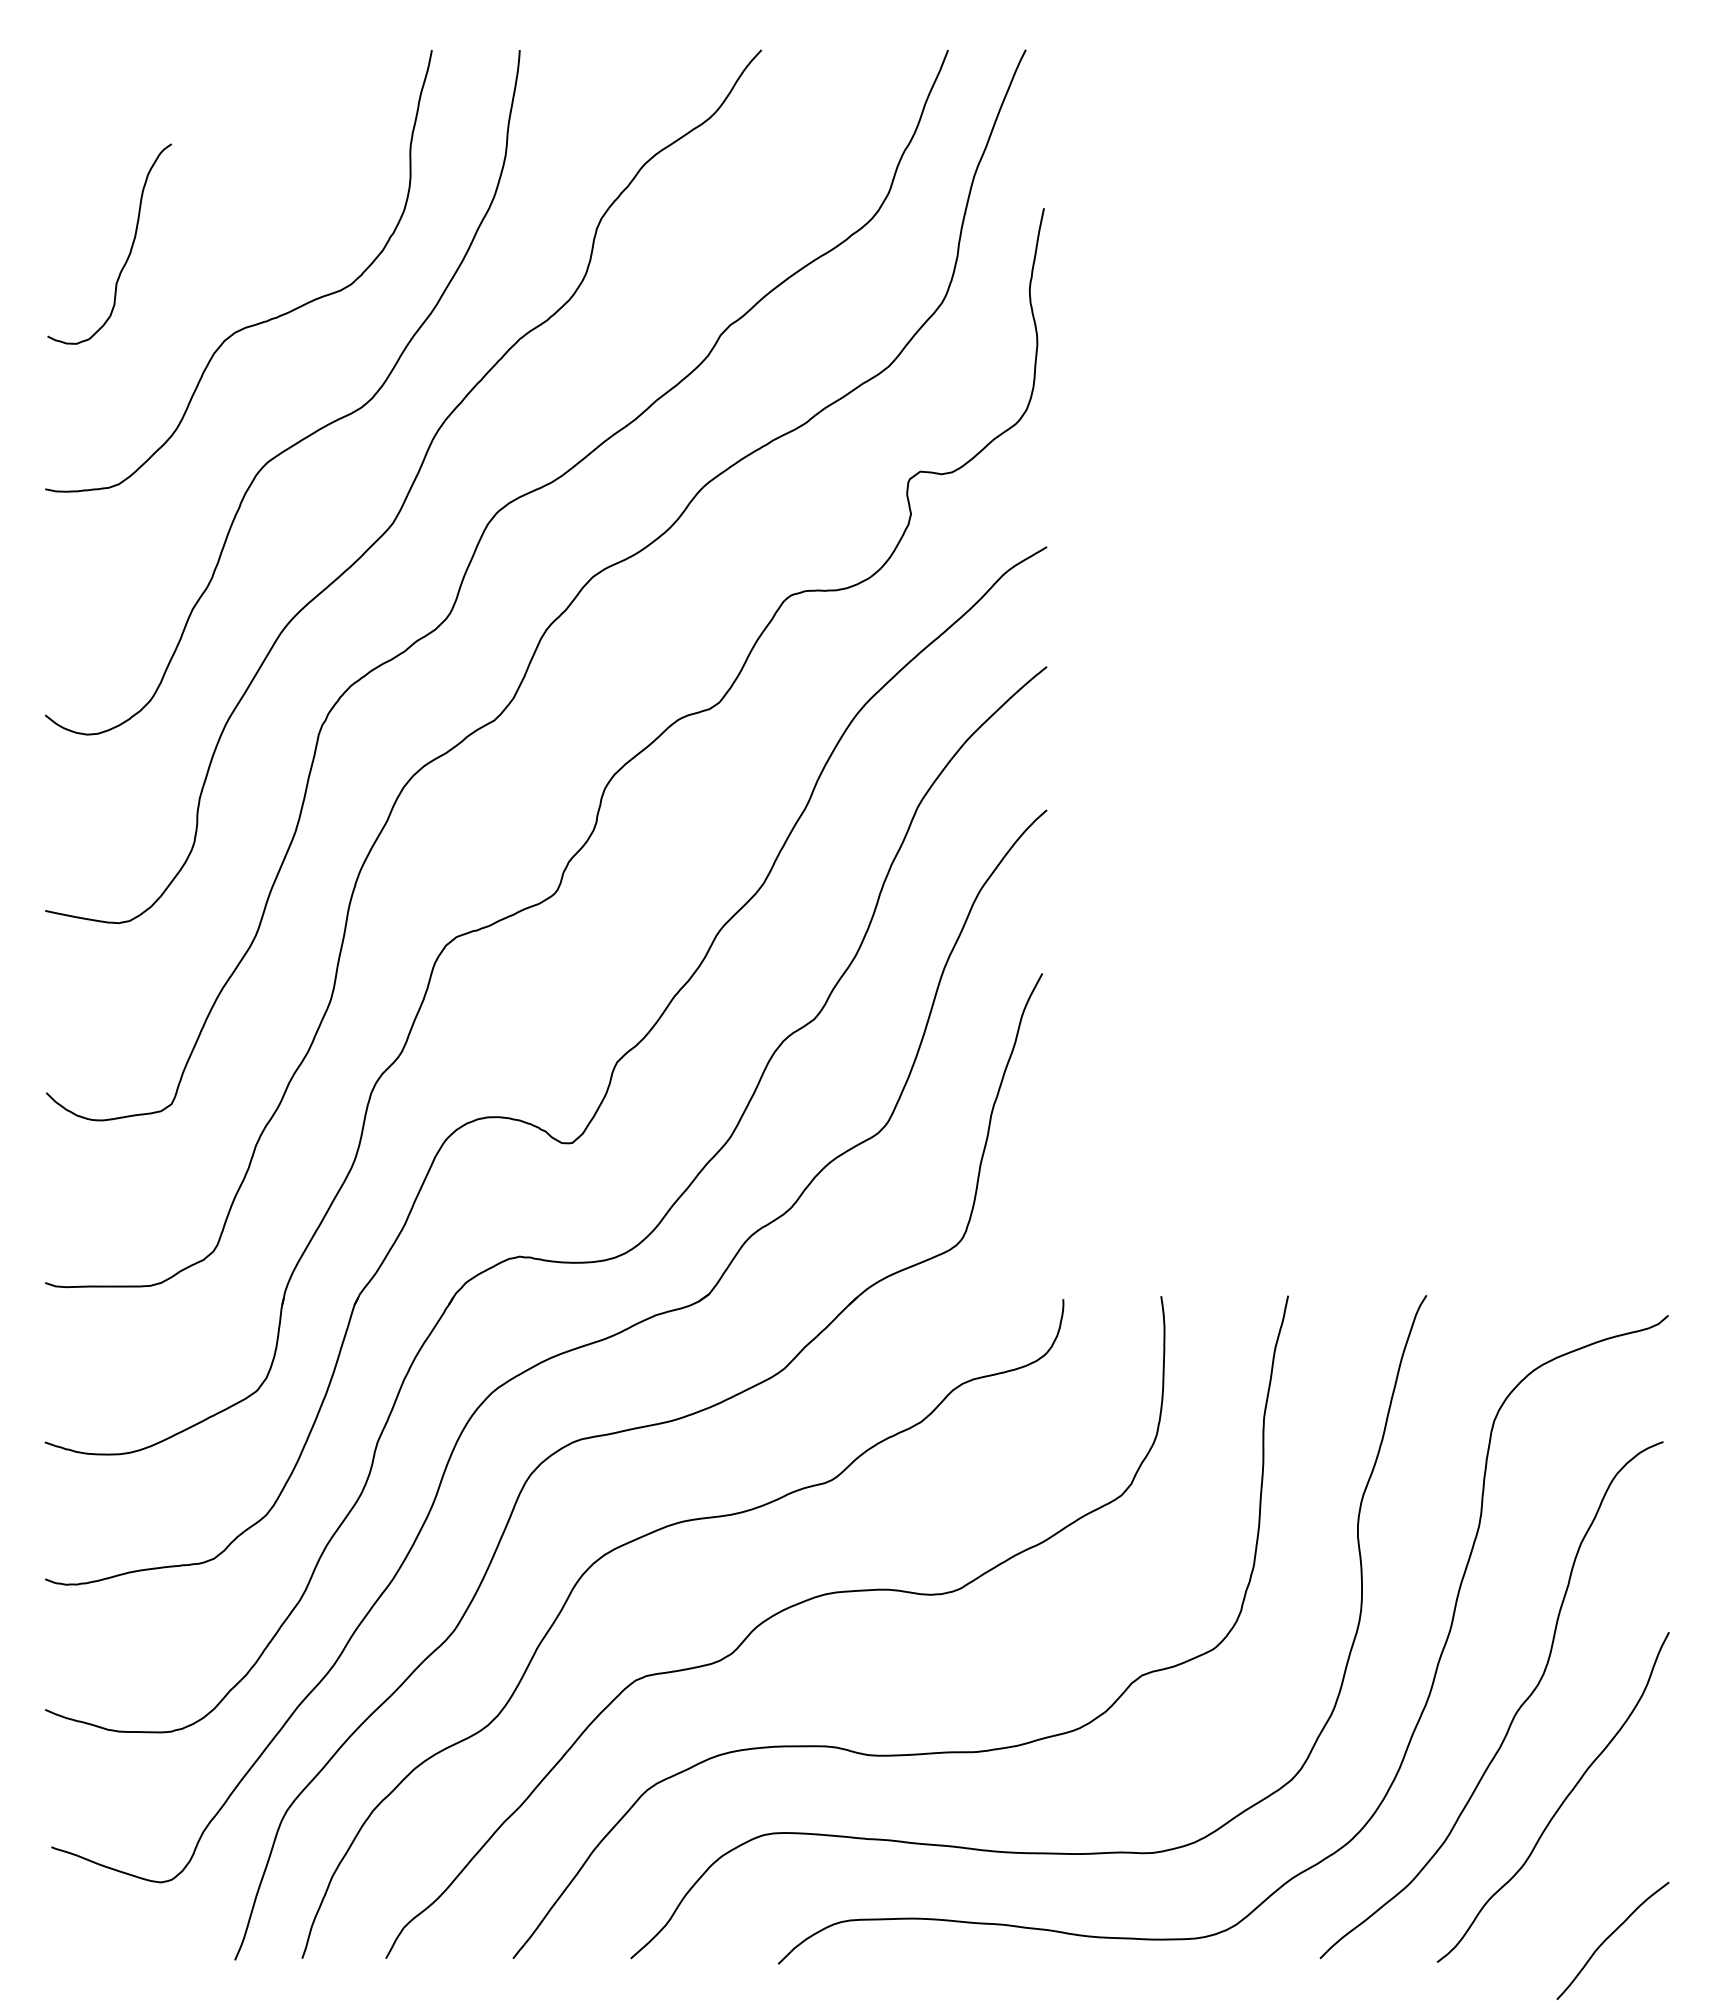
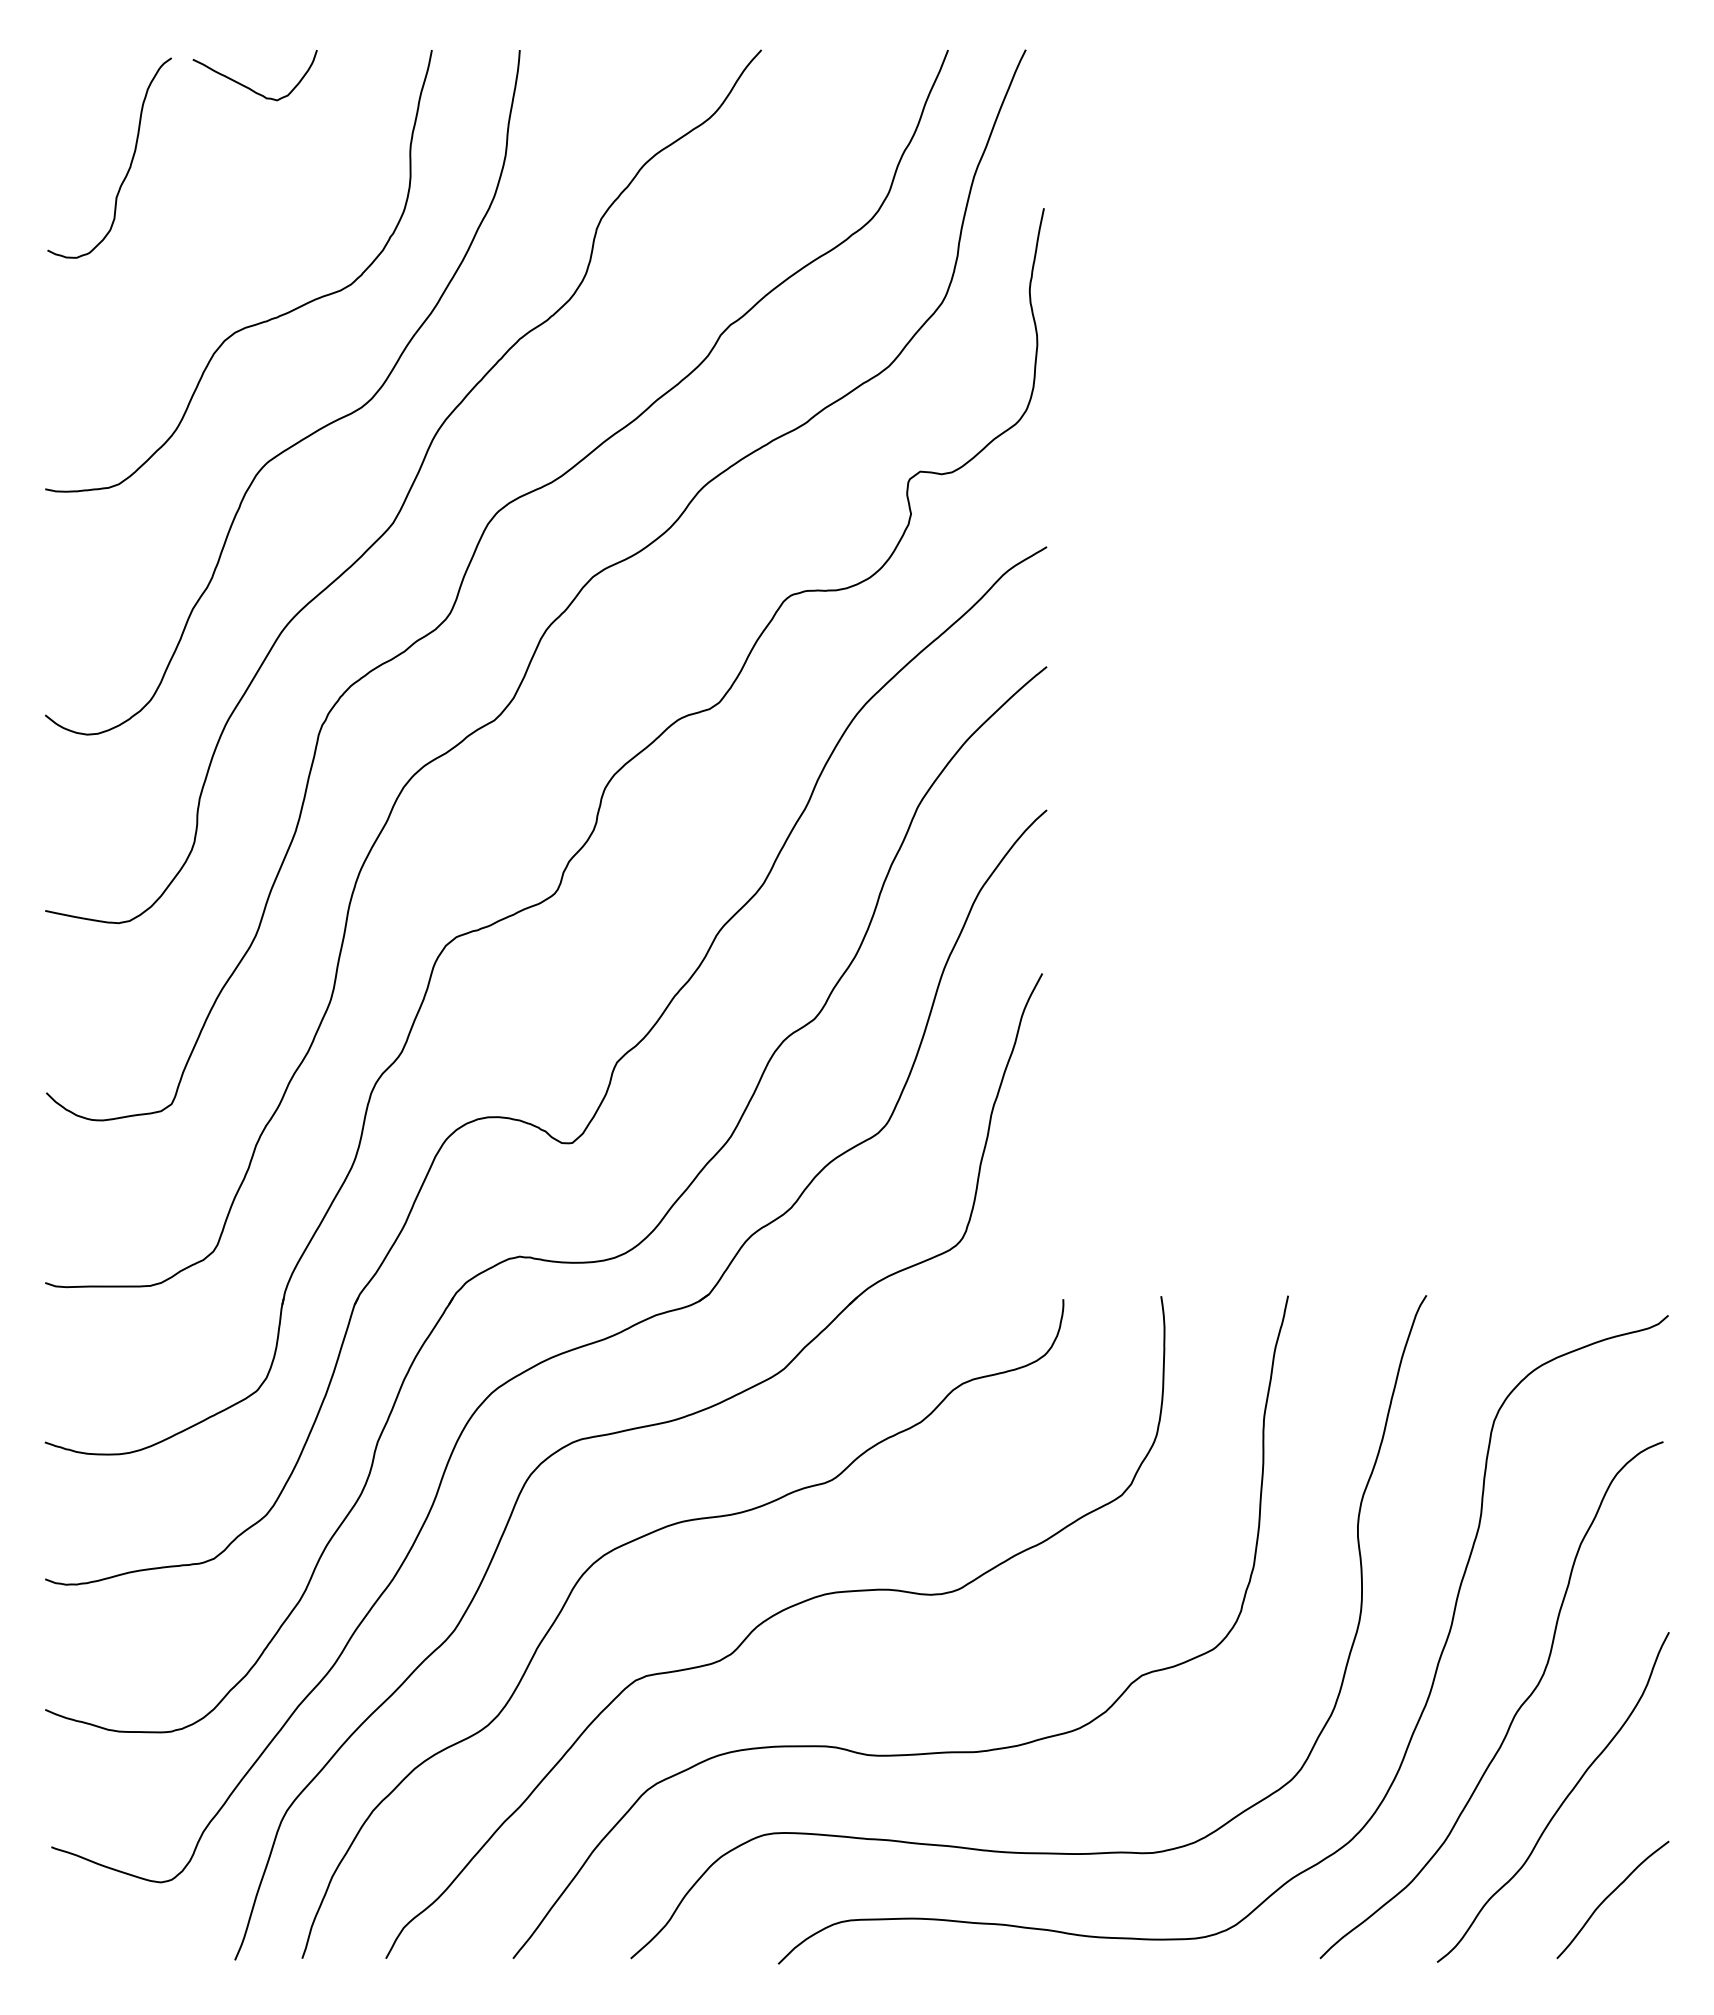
curve at (249, 87): none -> present
curve at (129, 251) position: (129, 251) -> (129, 165)
curve at (1609, 1937) position: (1609, 1937) -> (1609, 1896)
